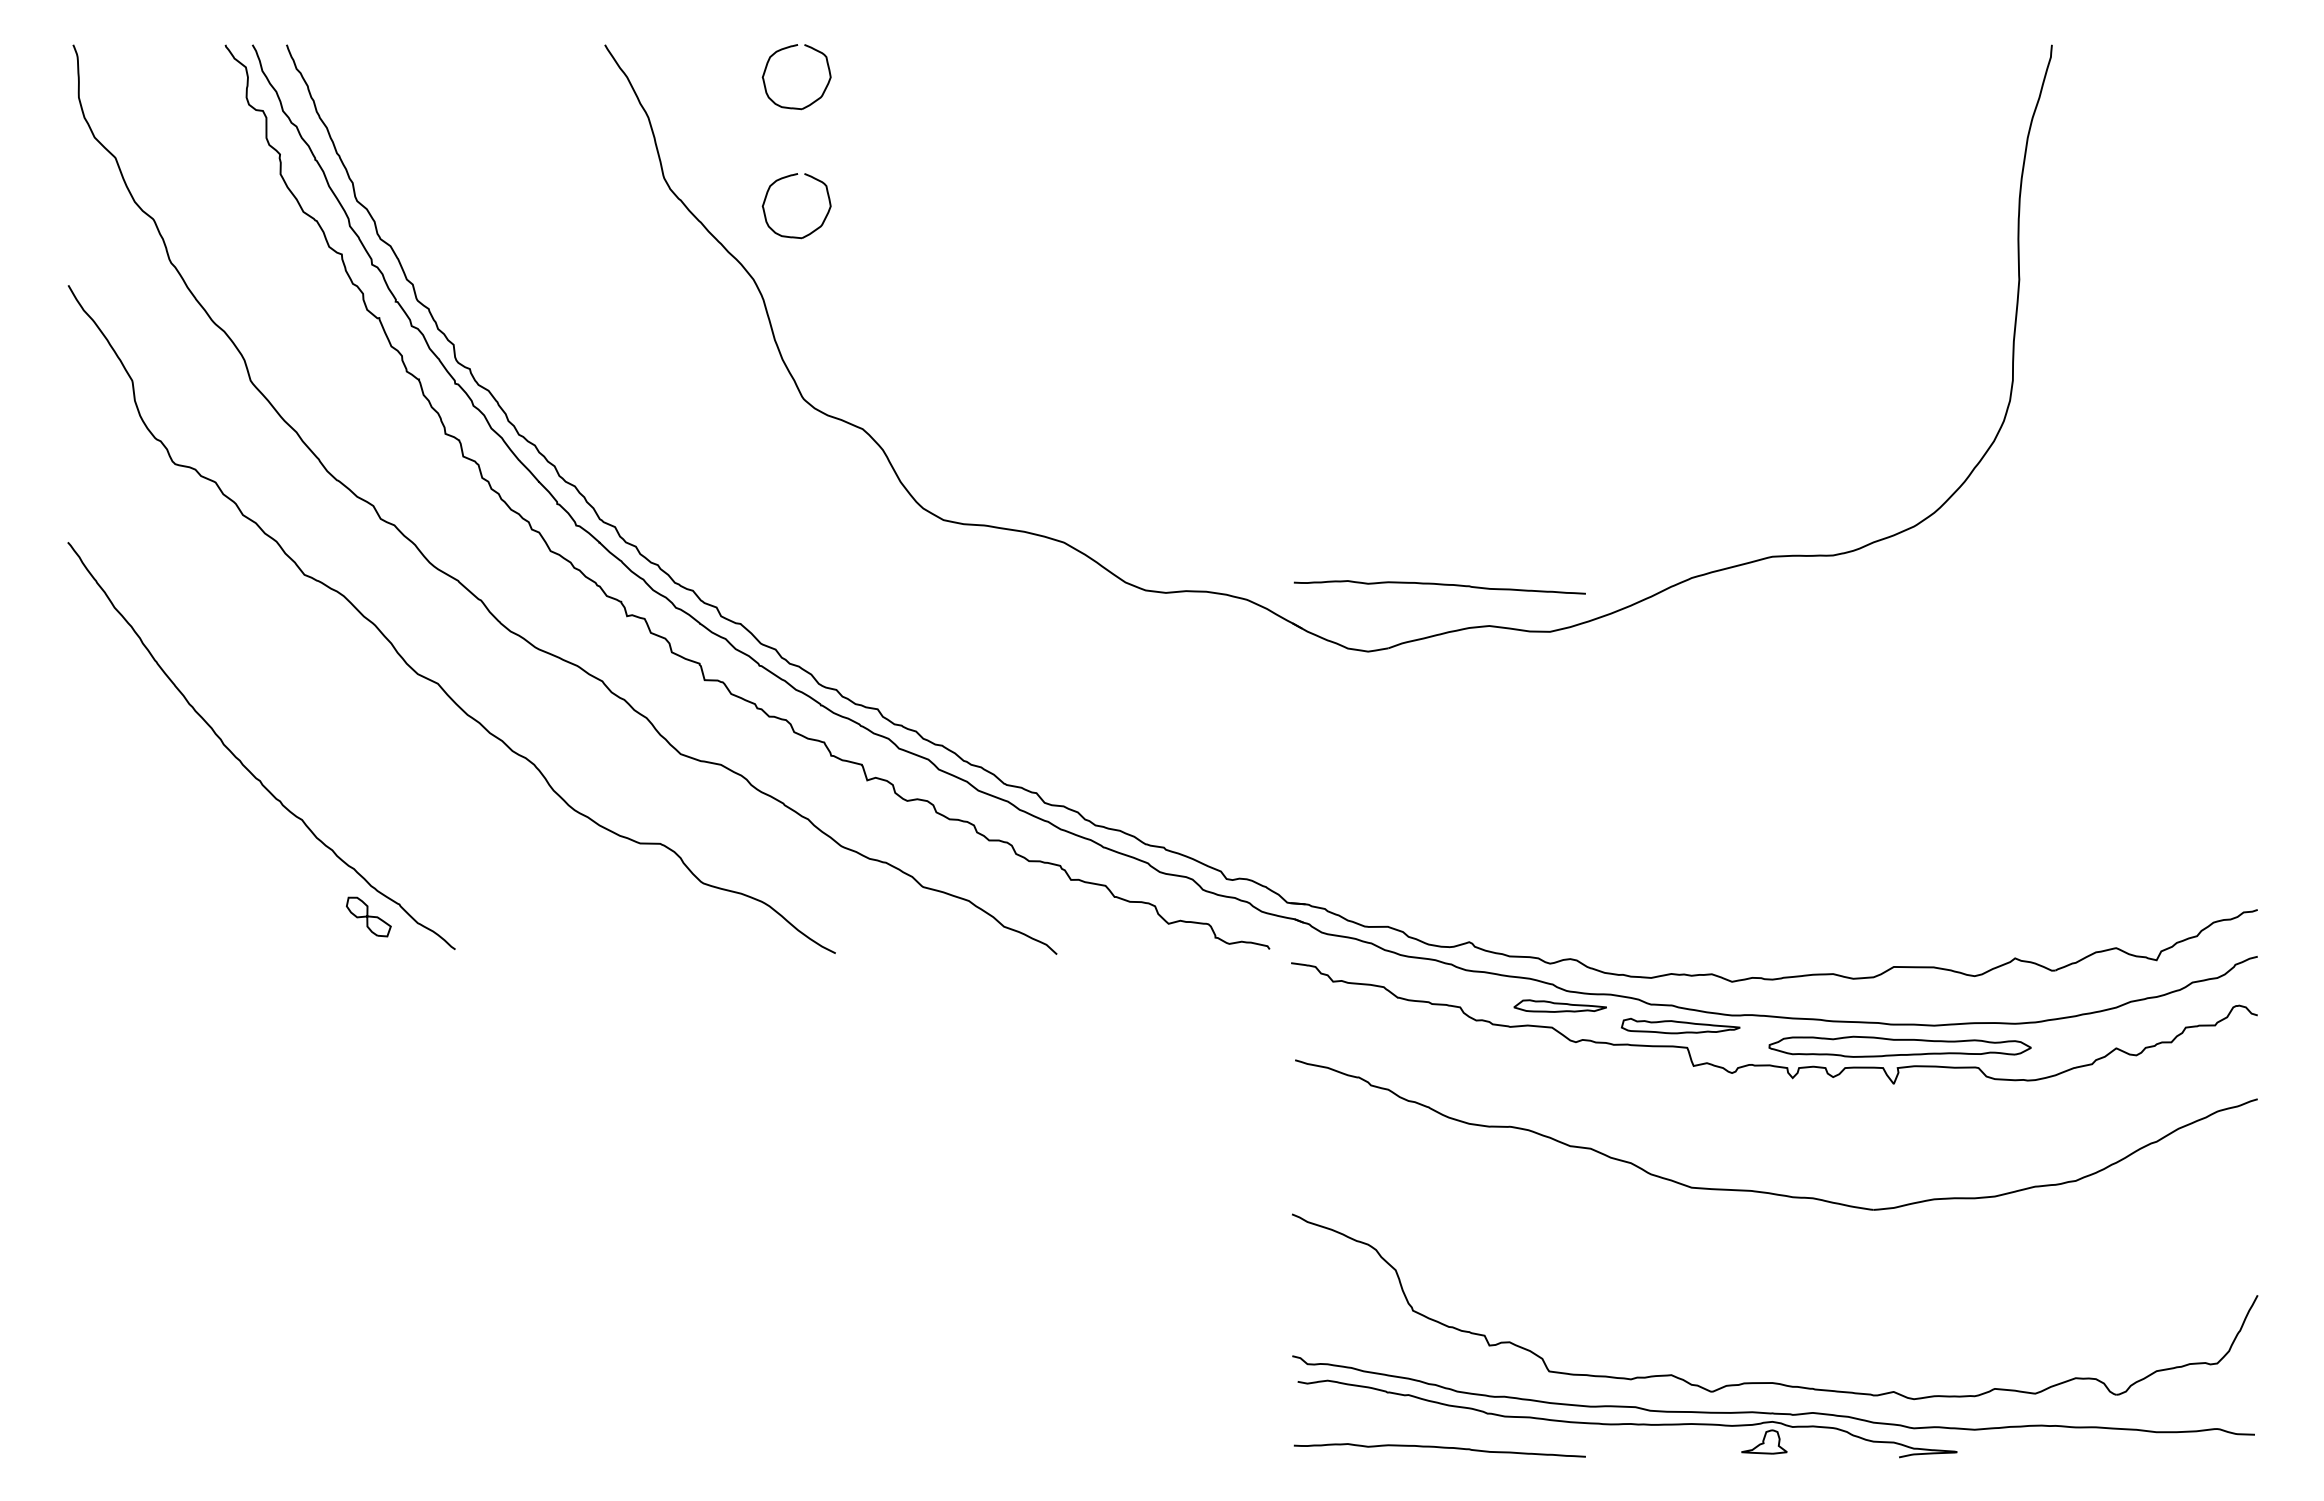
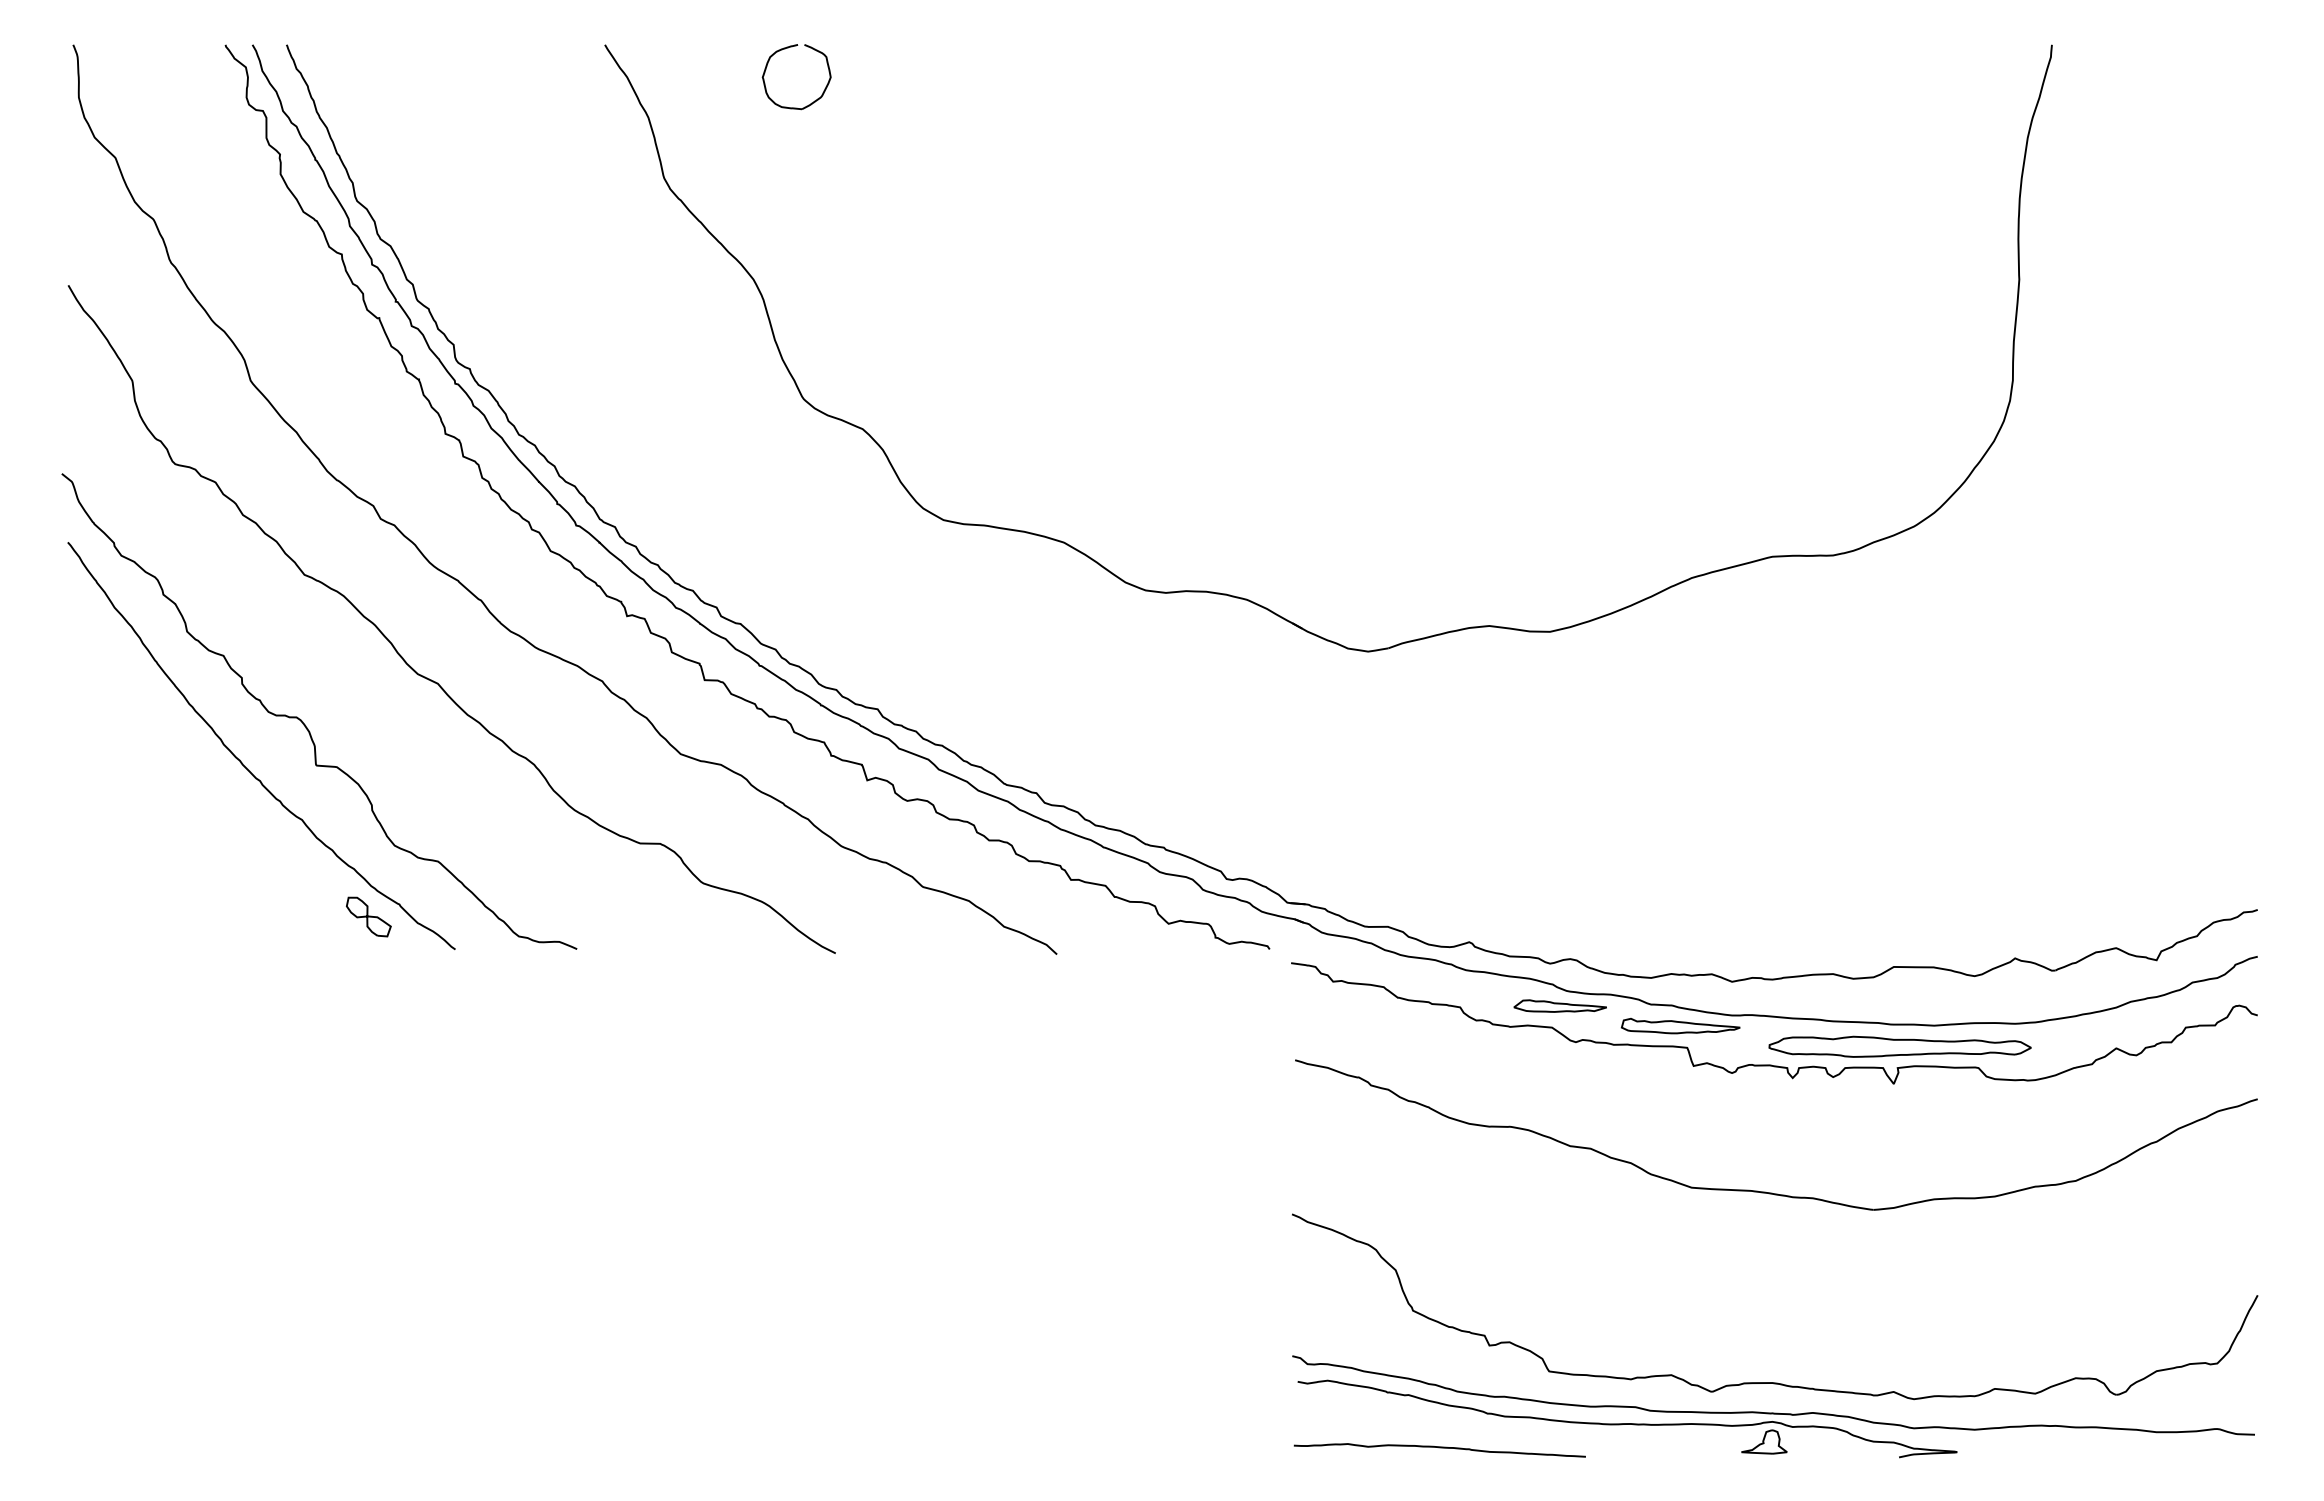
part at (811, 231): present -> none
curve at (1439, 585): present -> none
curve at (305, 724): none -> present
